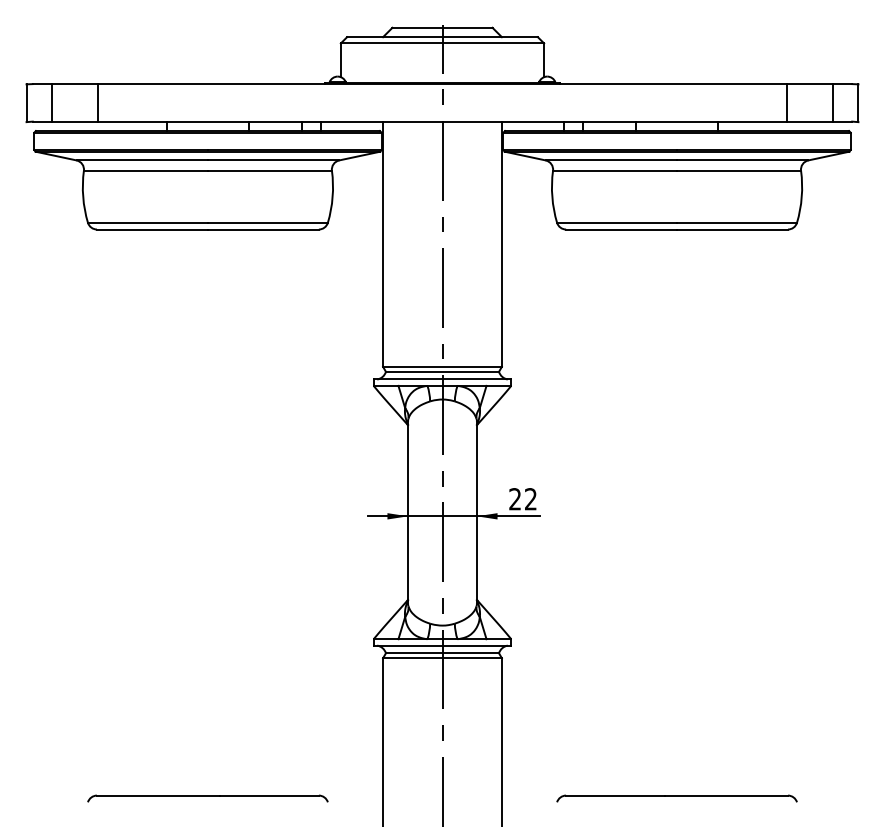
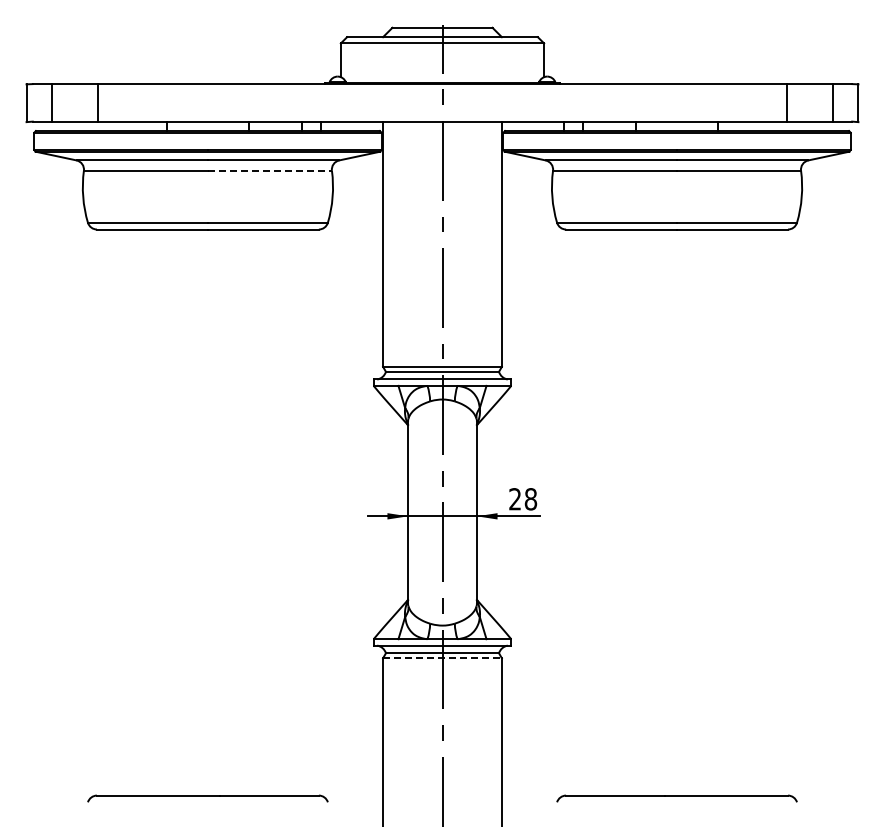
line at (270, 170): solid -> dashed
text at (530, 499): 22 -> 28
line at (442, 658): solid -> dashed
